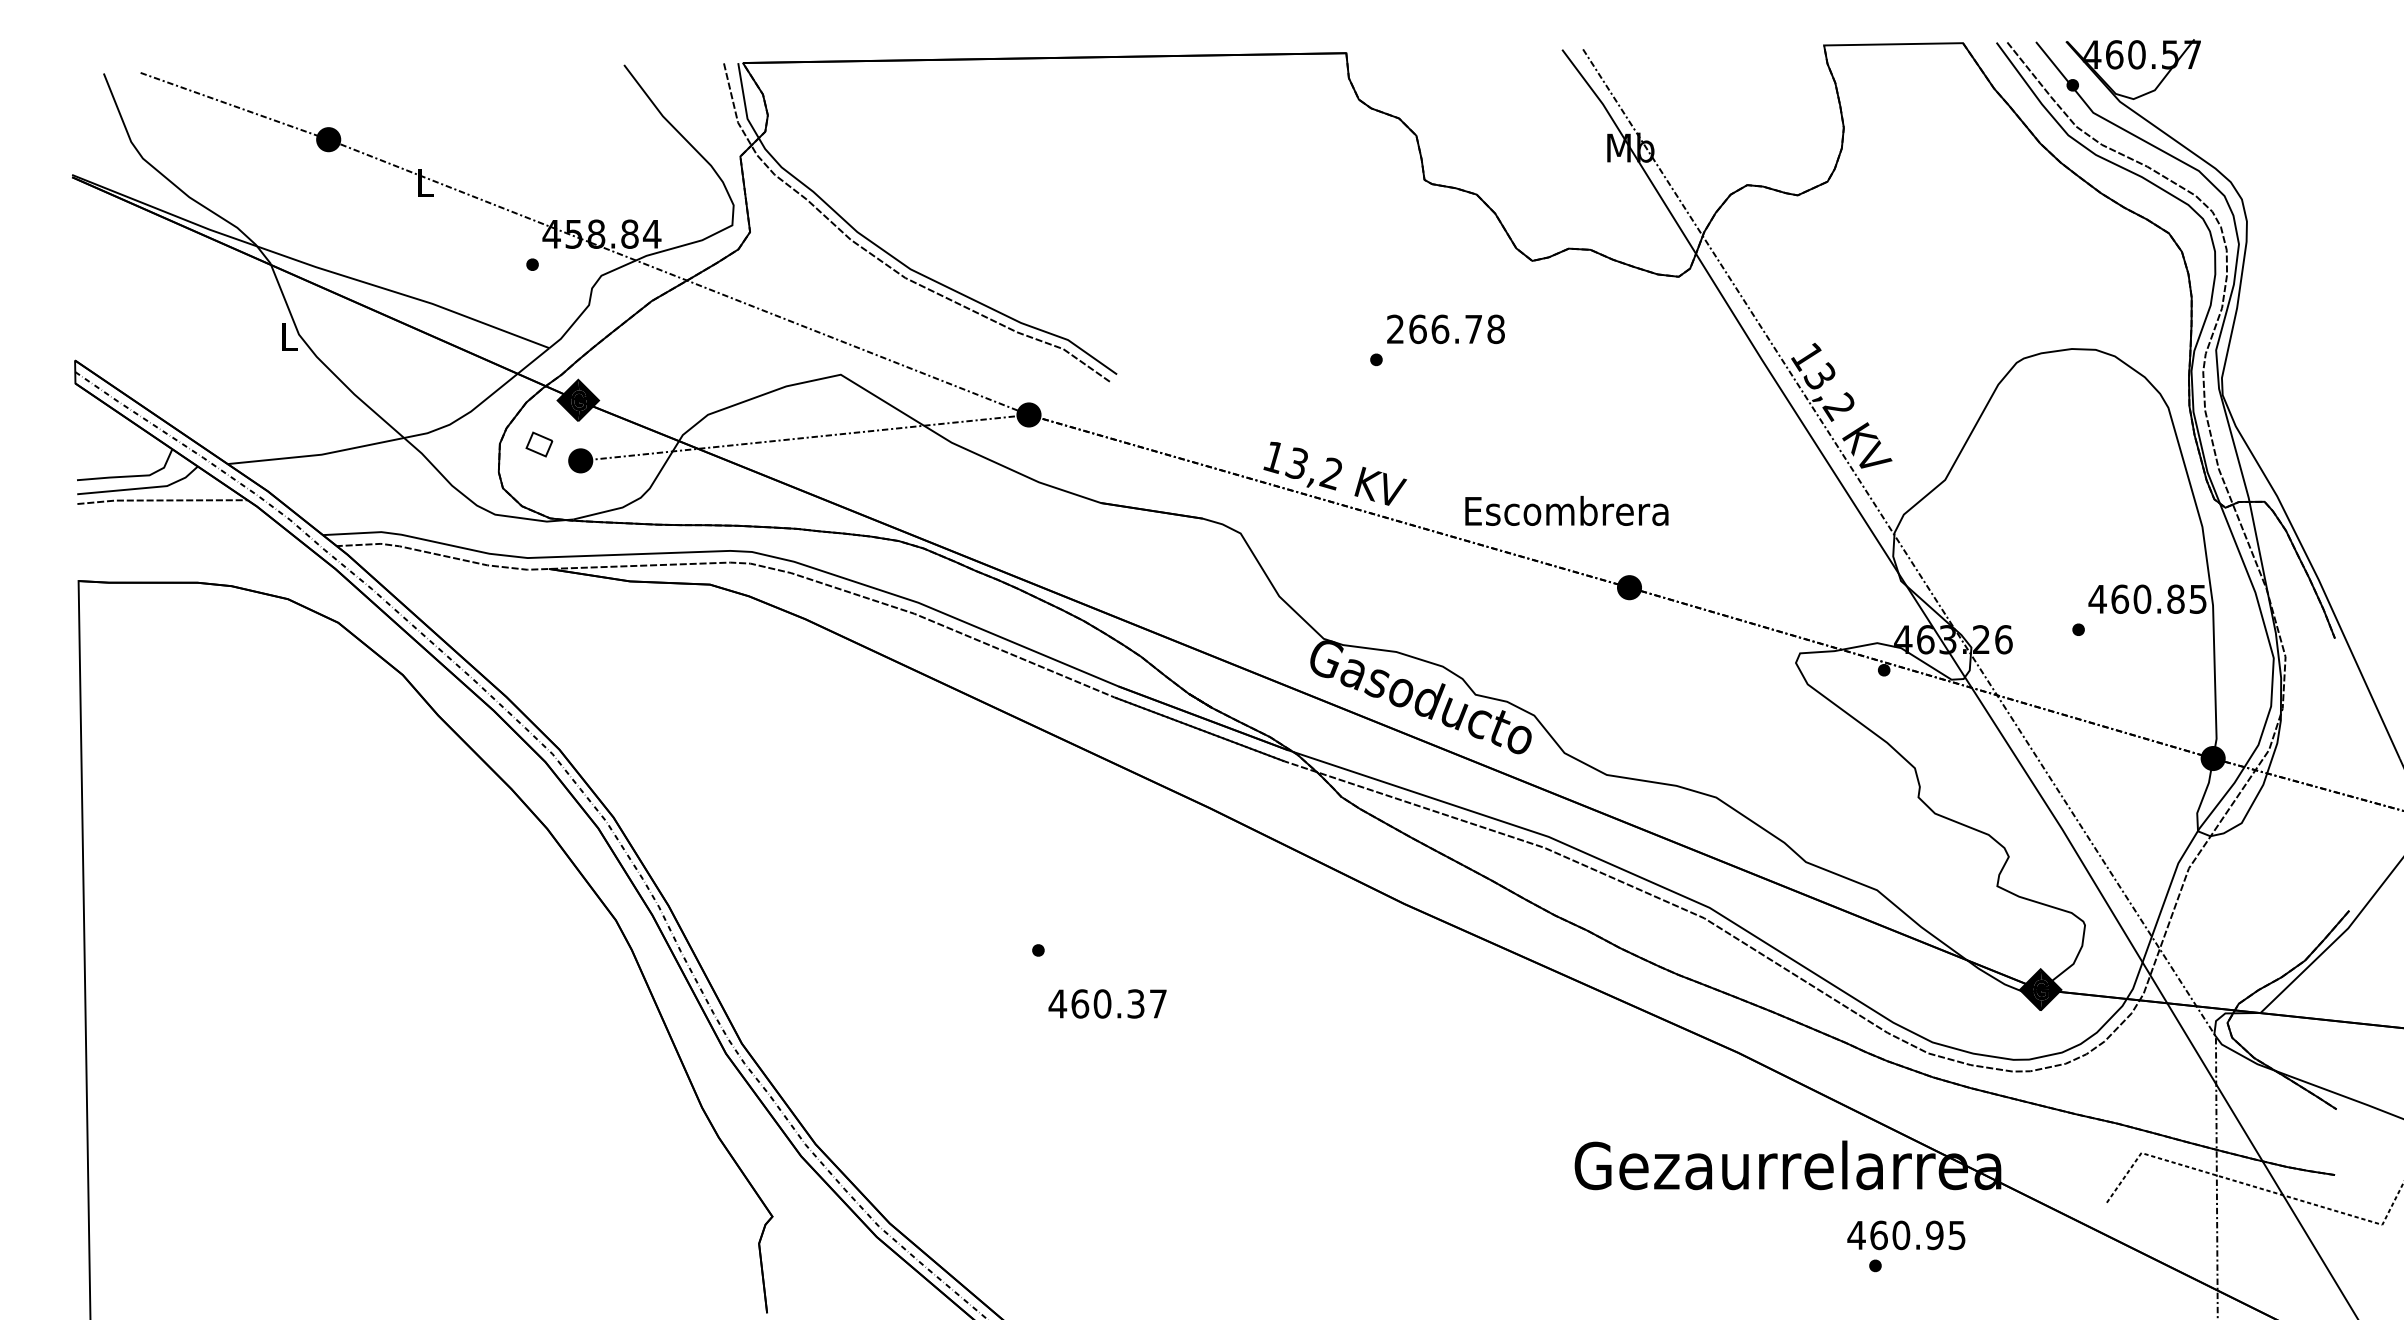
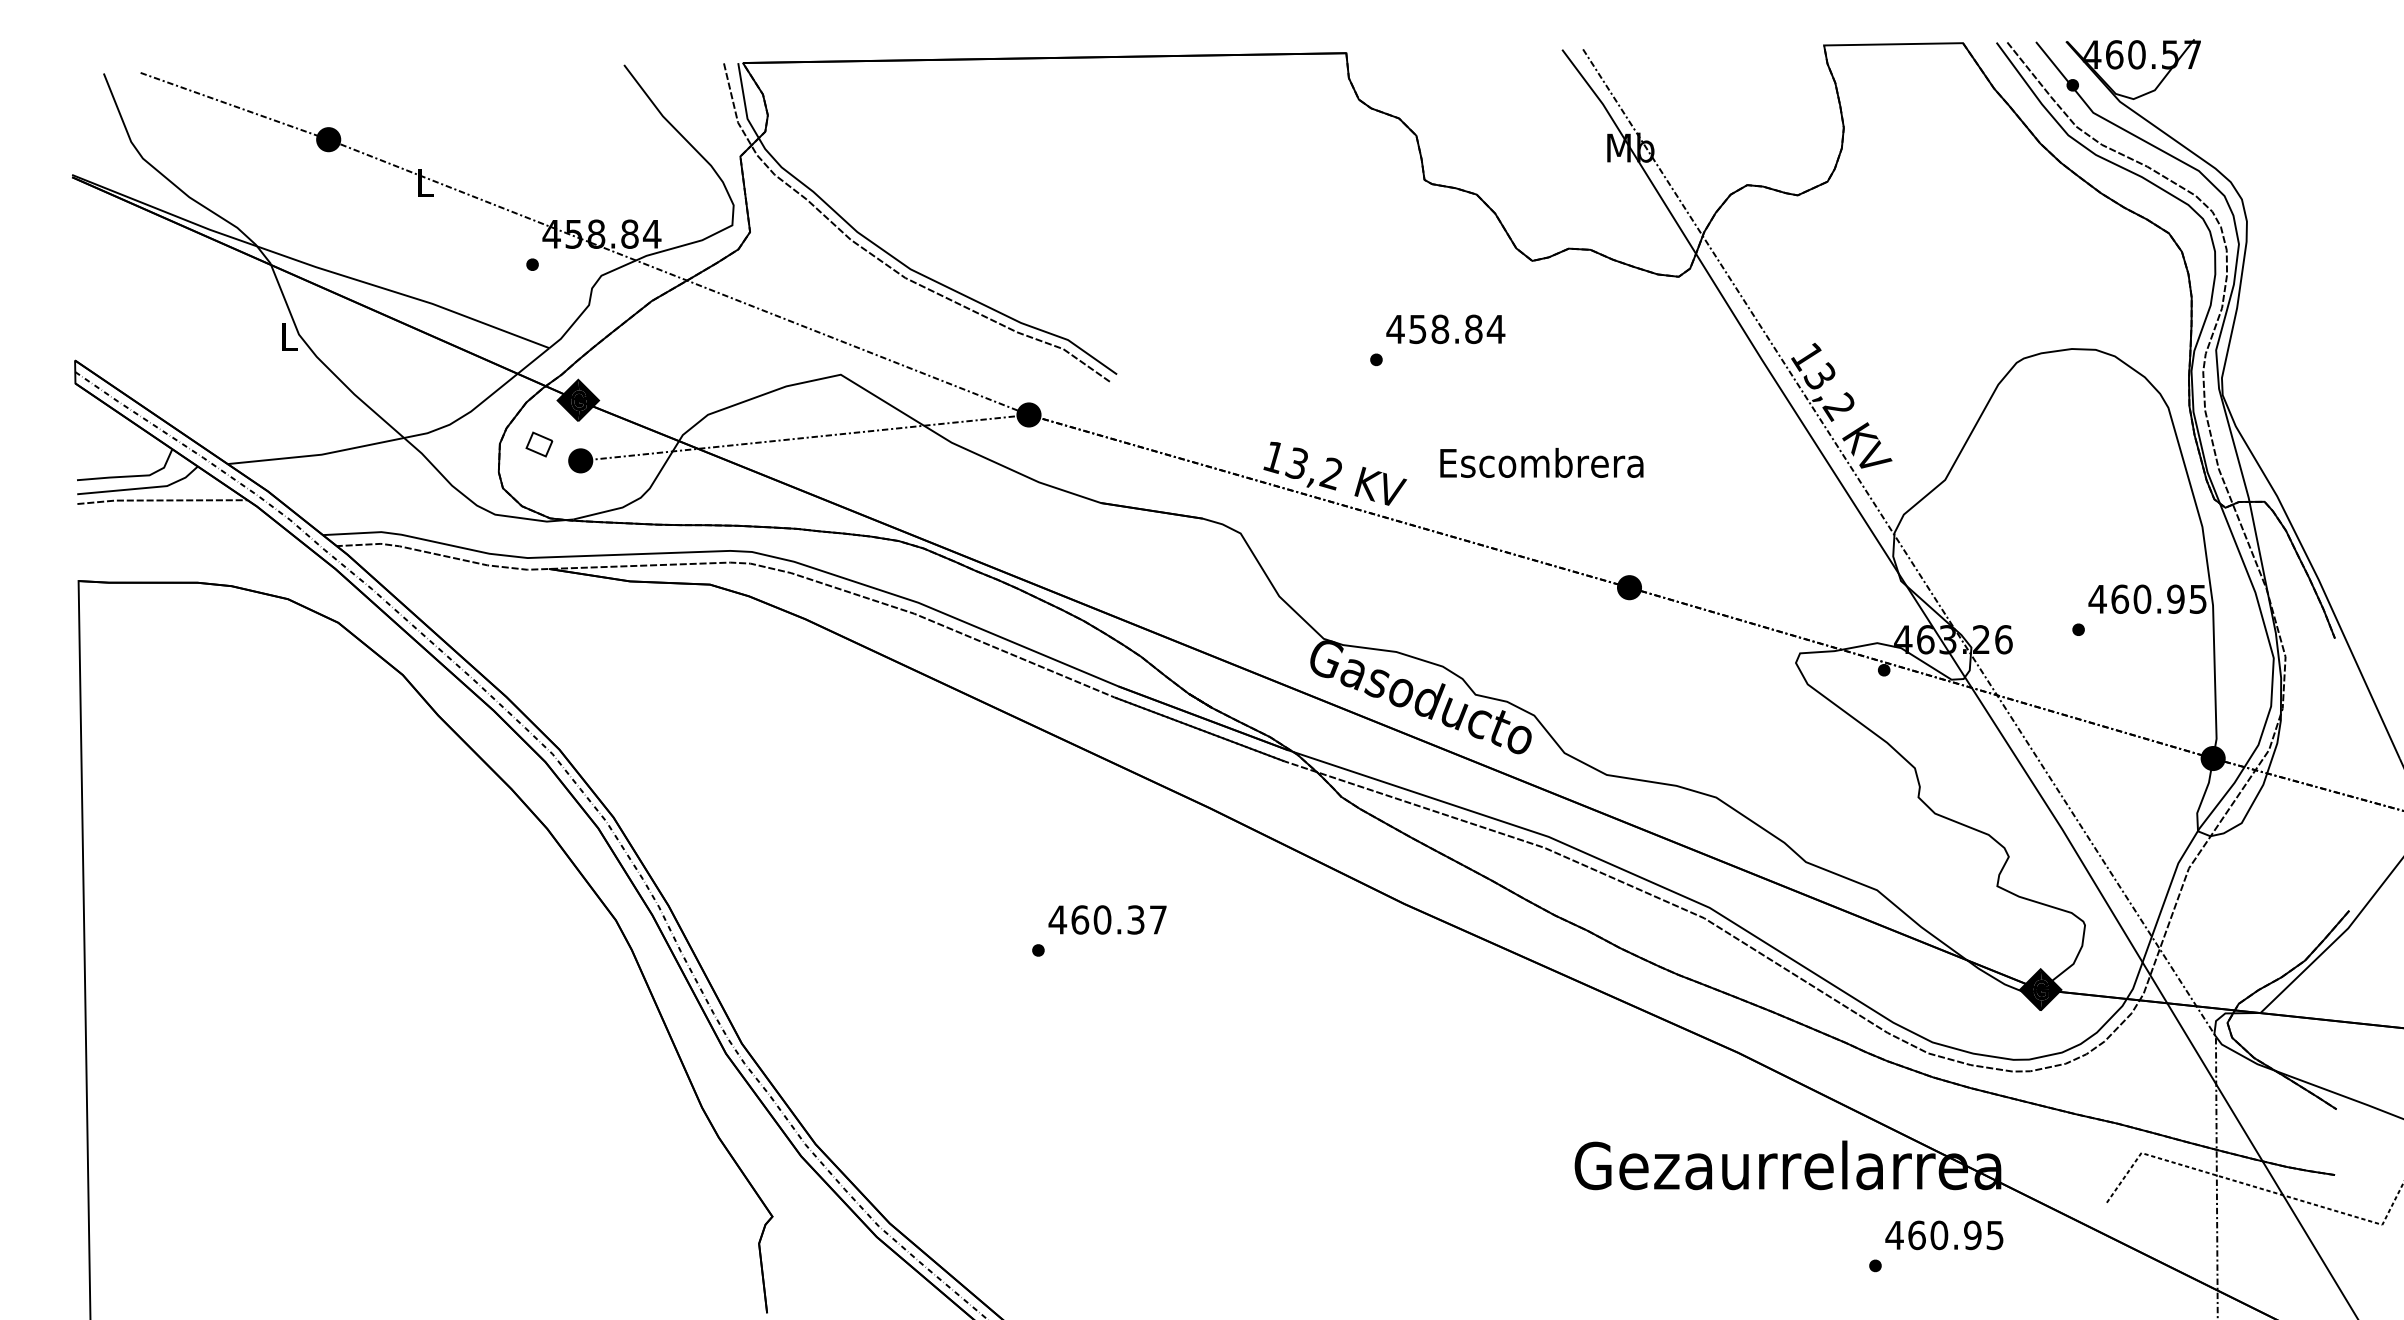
text at (1445, 329): 266.78 -> 458.84
text at (1566, 510) position: (1566, 510) -> (1541, 462)
text at (2175, 598): 460.85 -> 460.95
text at (1107, 1003) position: (1107, 1003) -> (1107, 919)
text at (1906, 1235) position: (1906, 1235) -> (1944, 1235)
